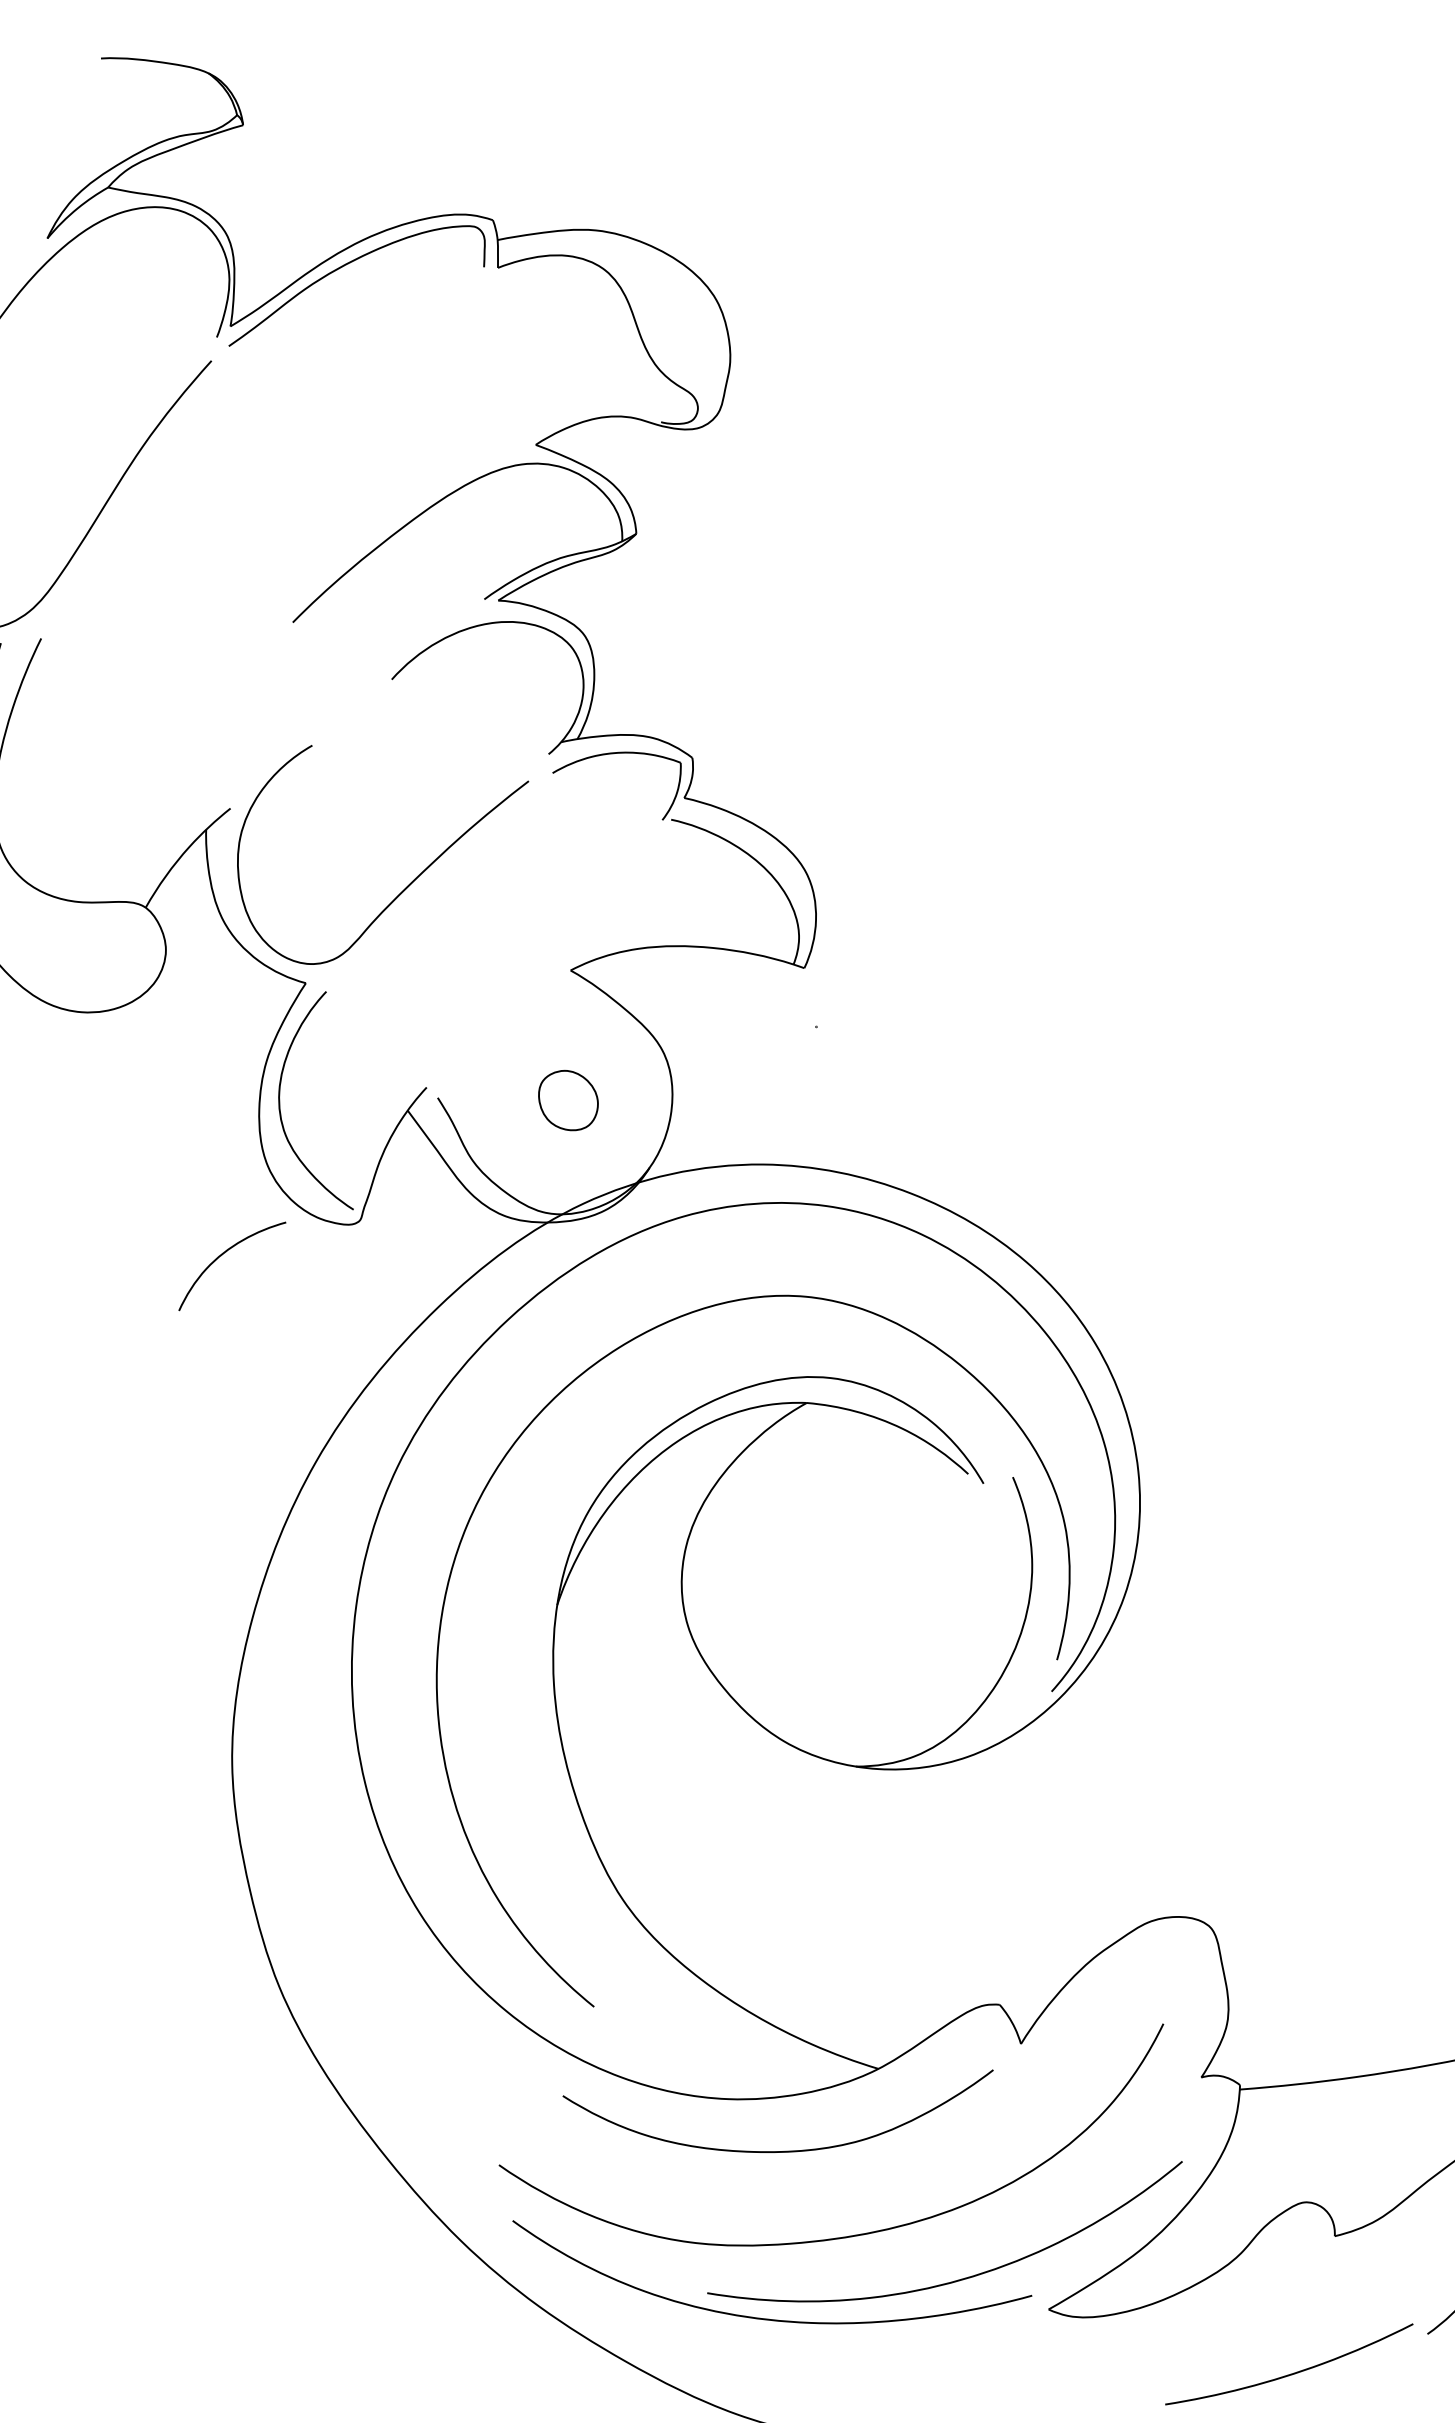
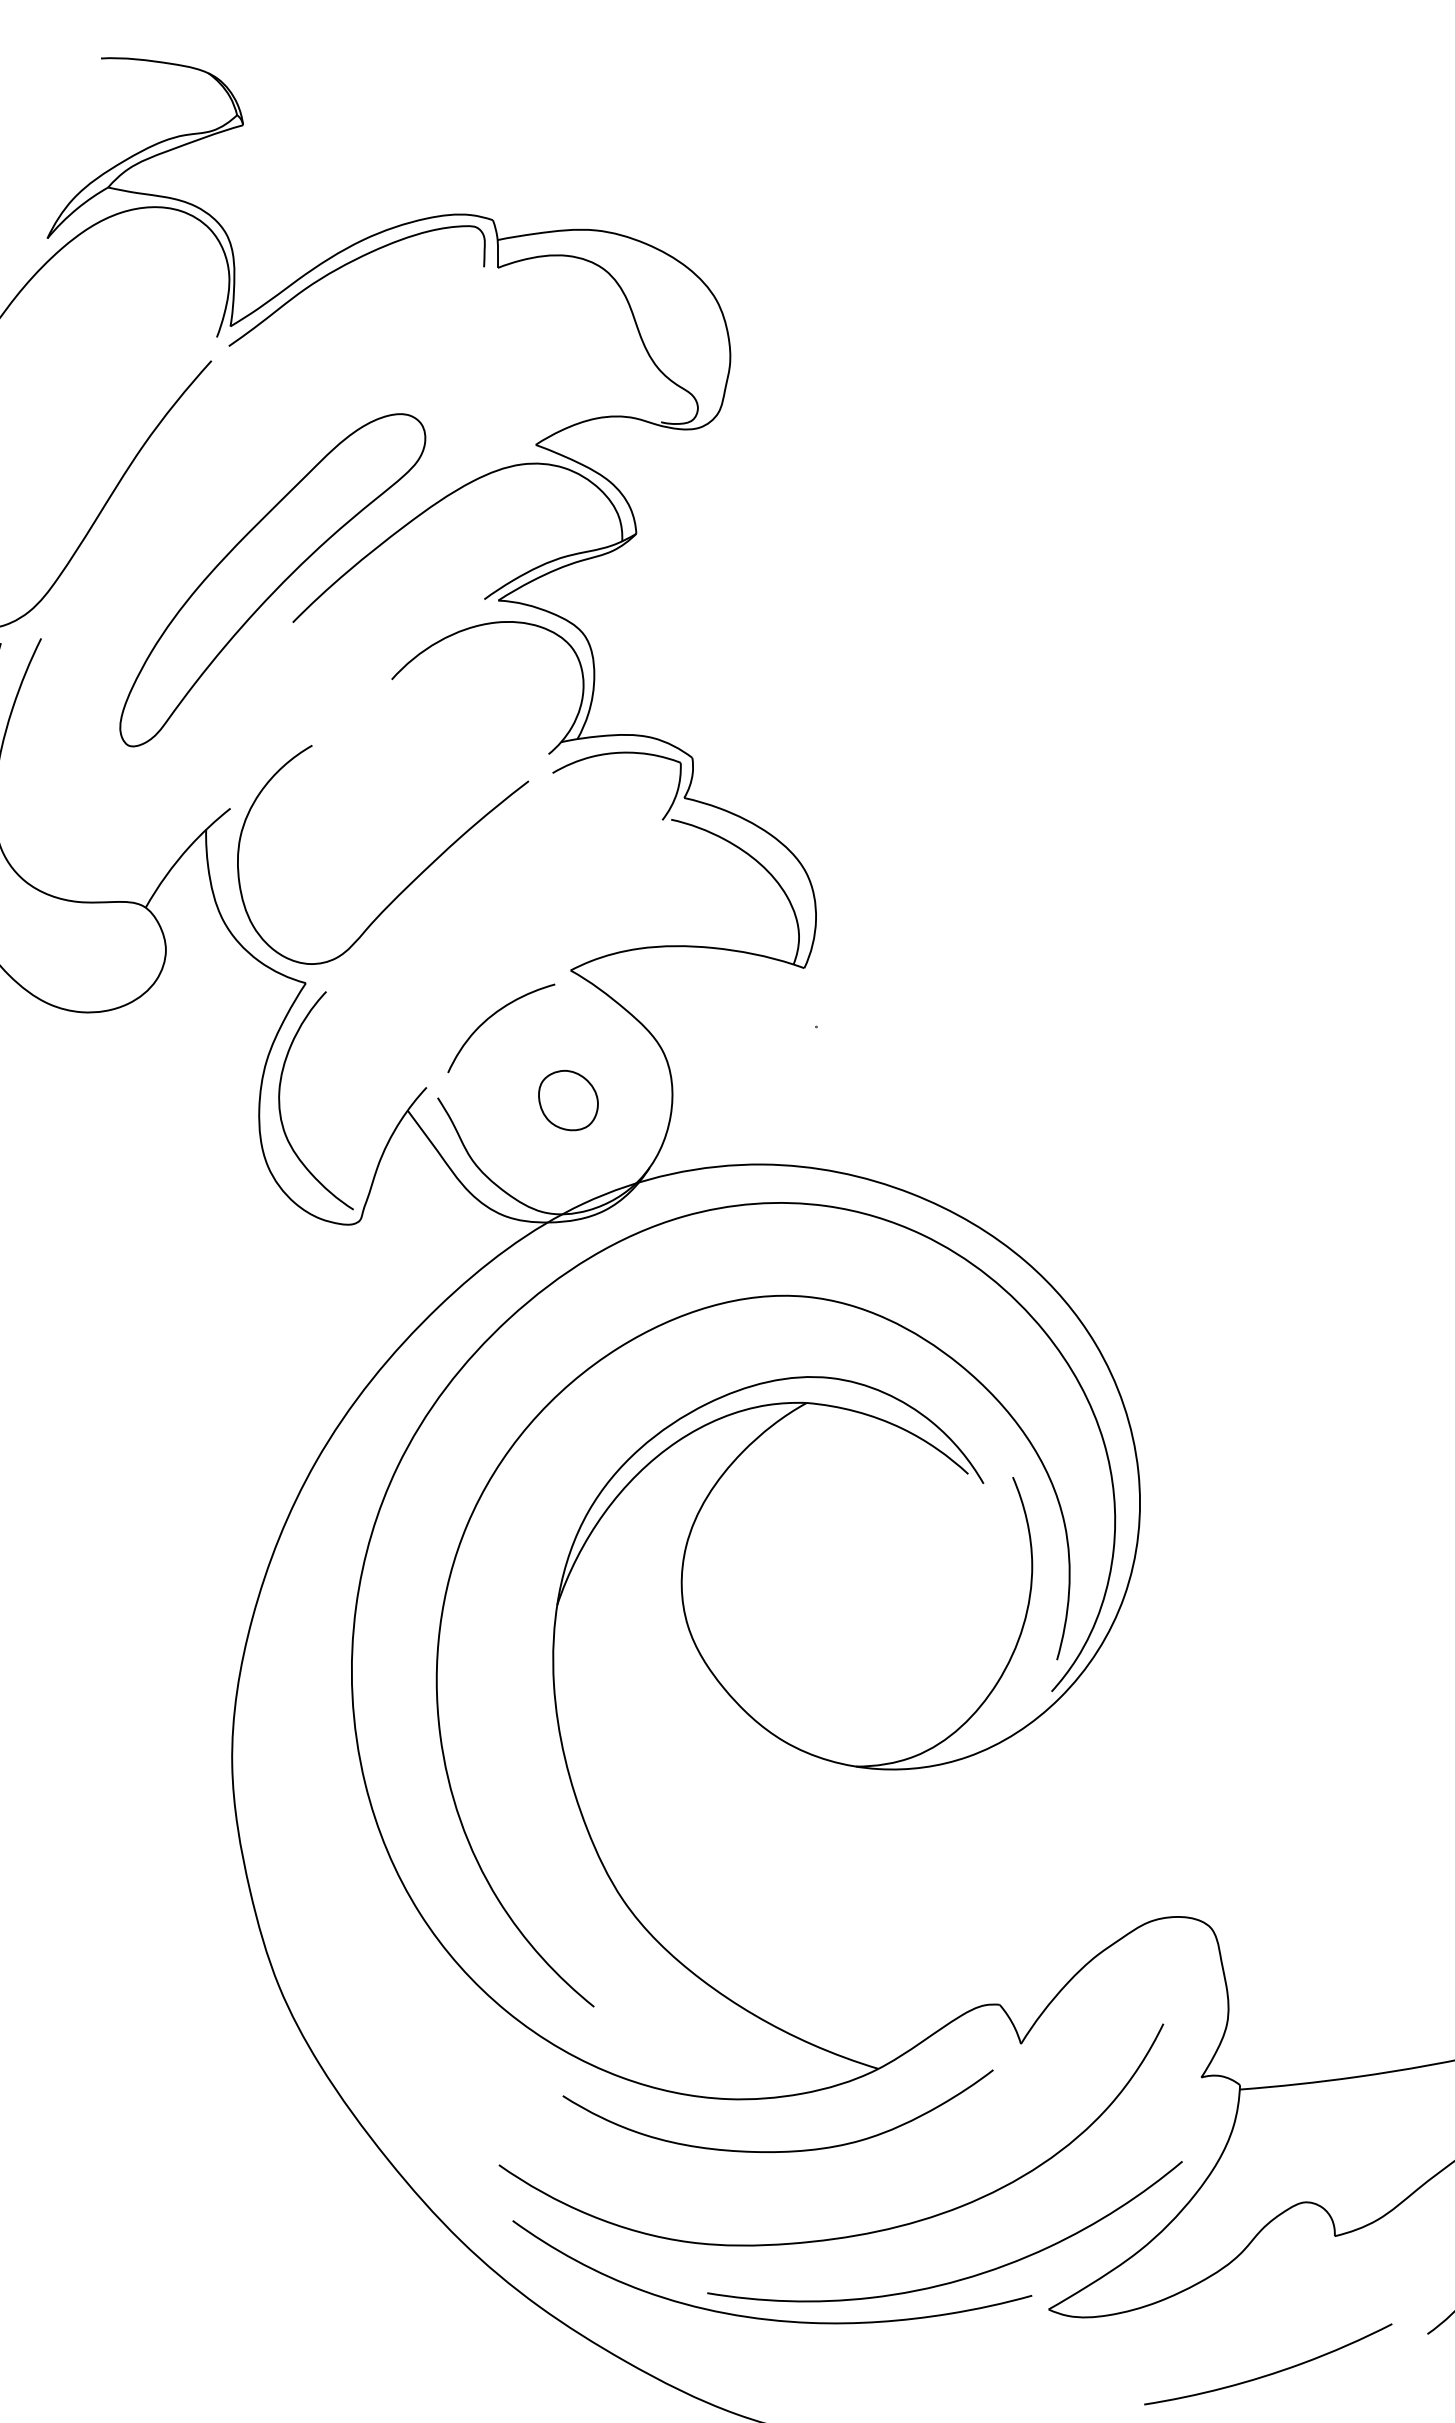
part at (272, 580): none -> present
curve at (222, 1255) position: (222, 1255) -> (491, 1017)
curve at (1293, 2372) position: (1293, 2372) -> (1272, 2372)
